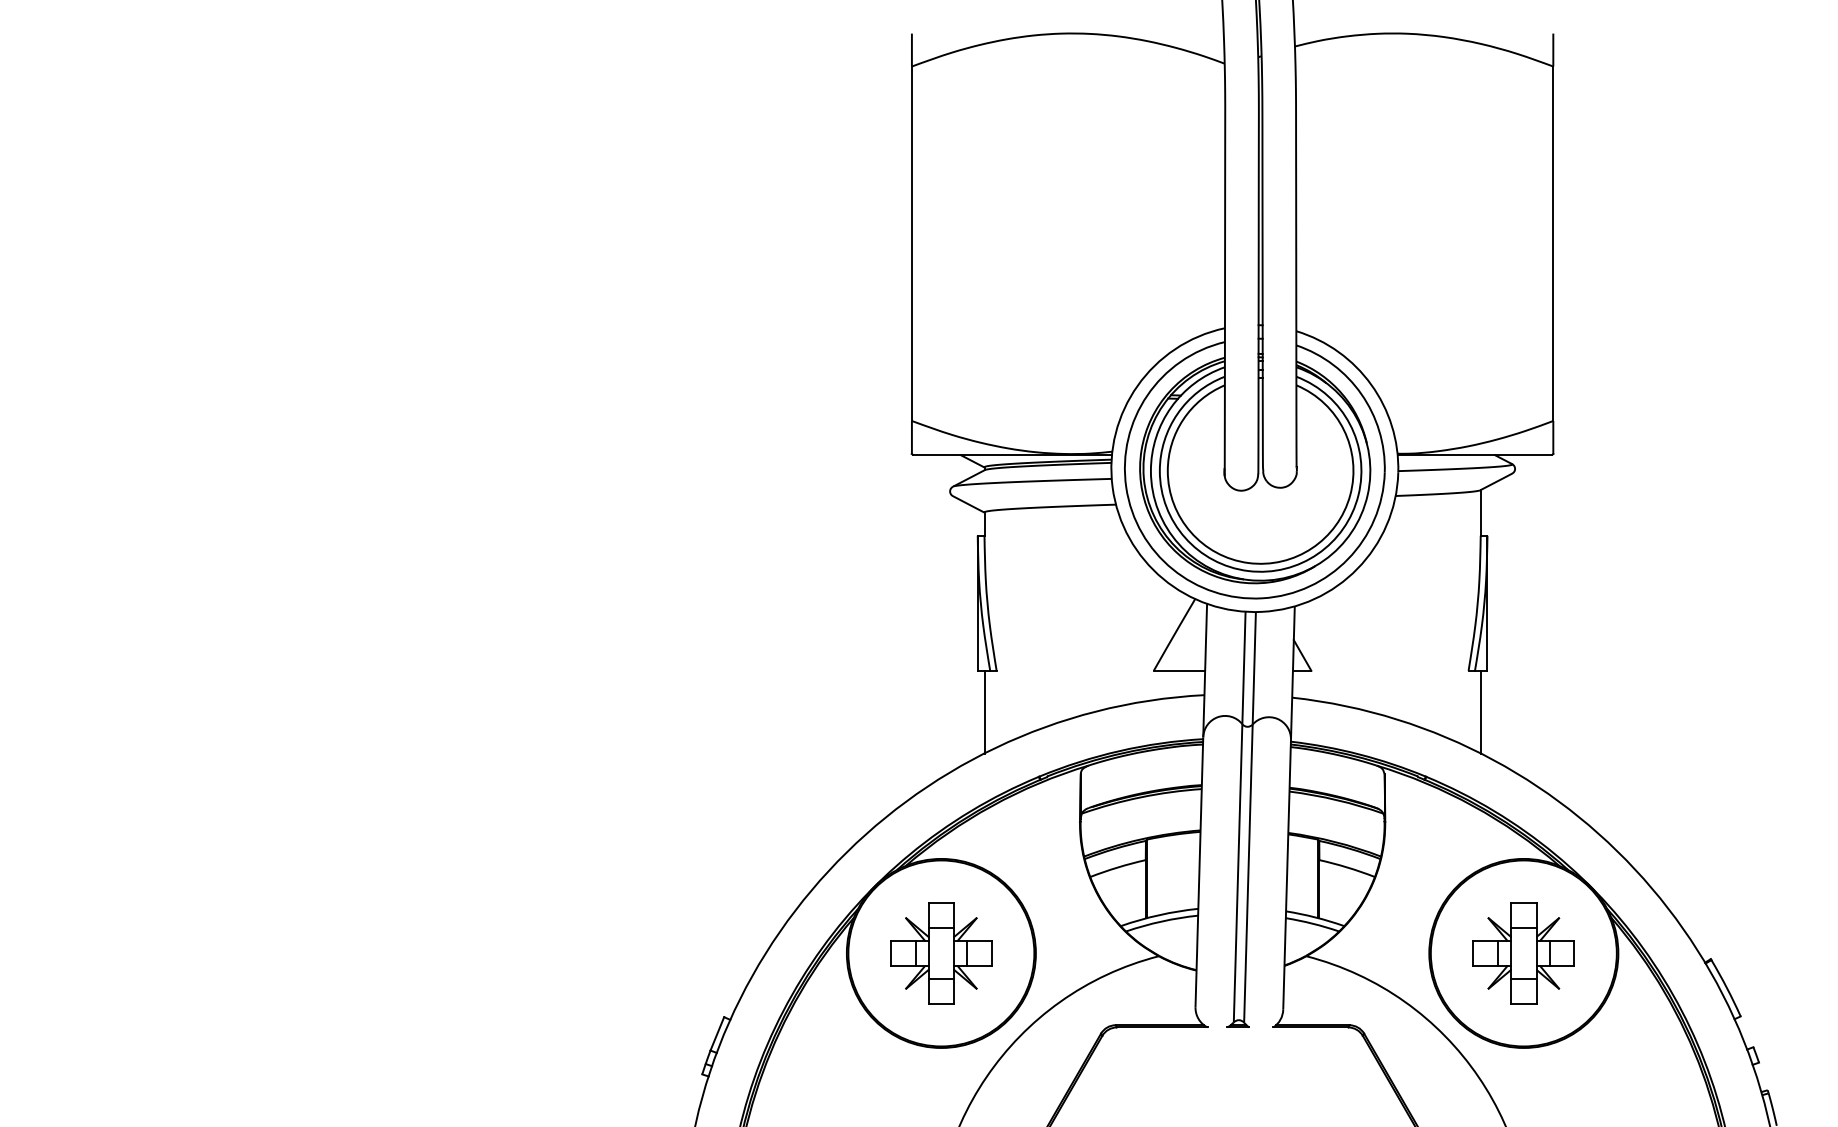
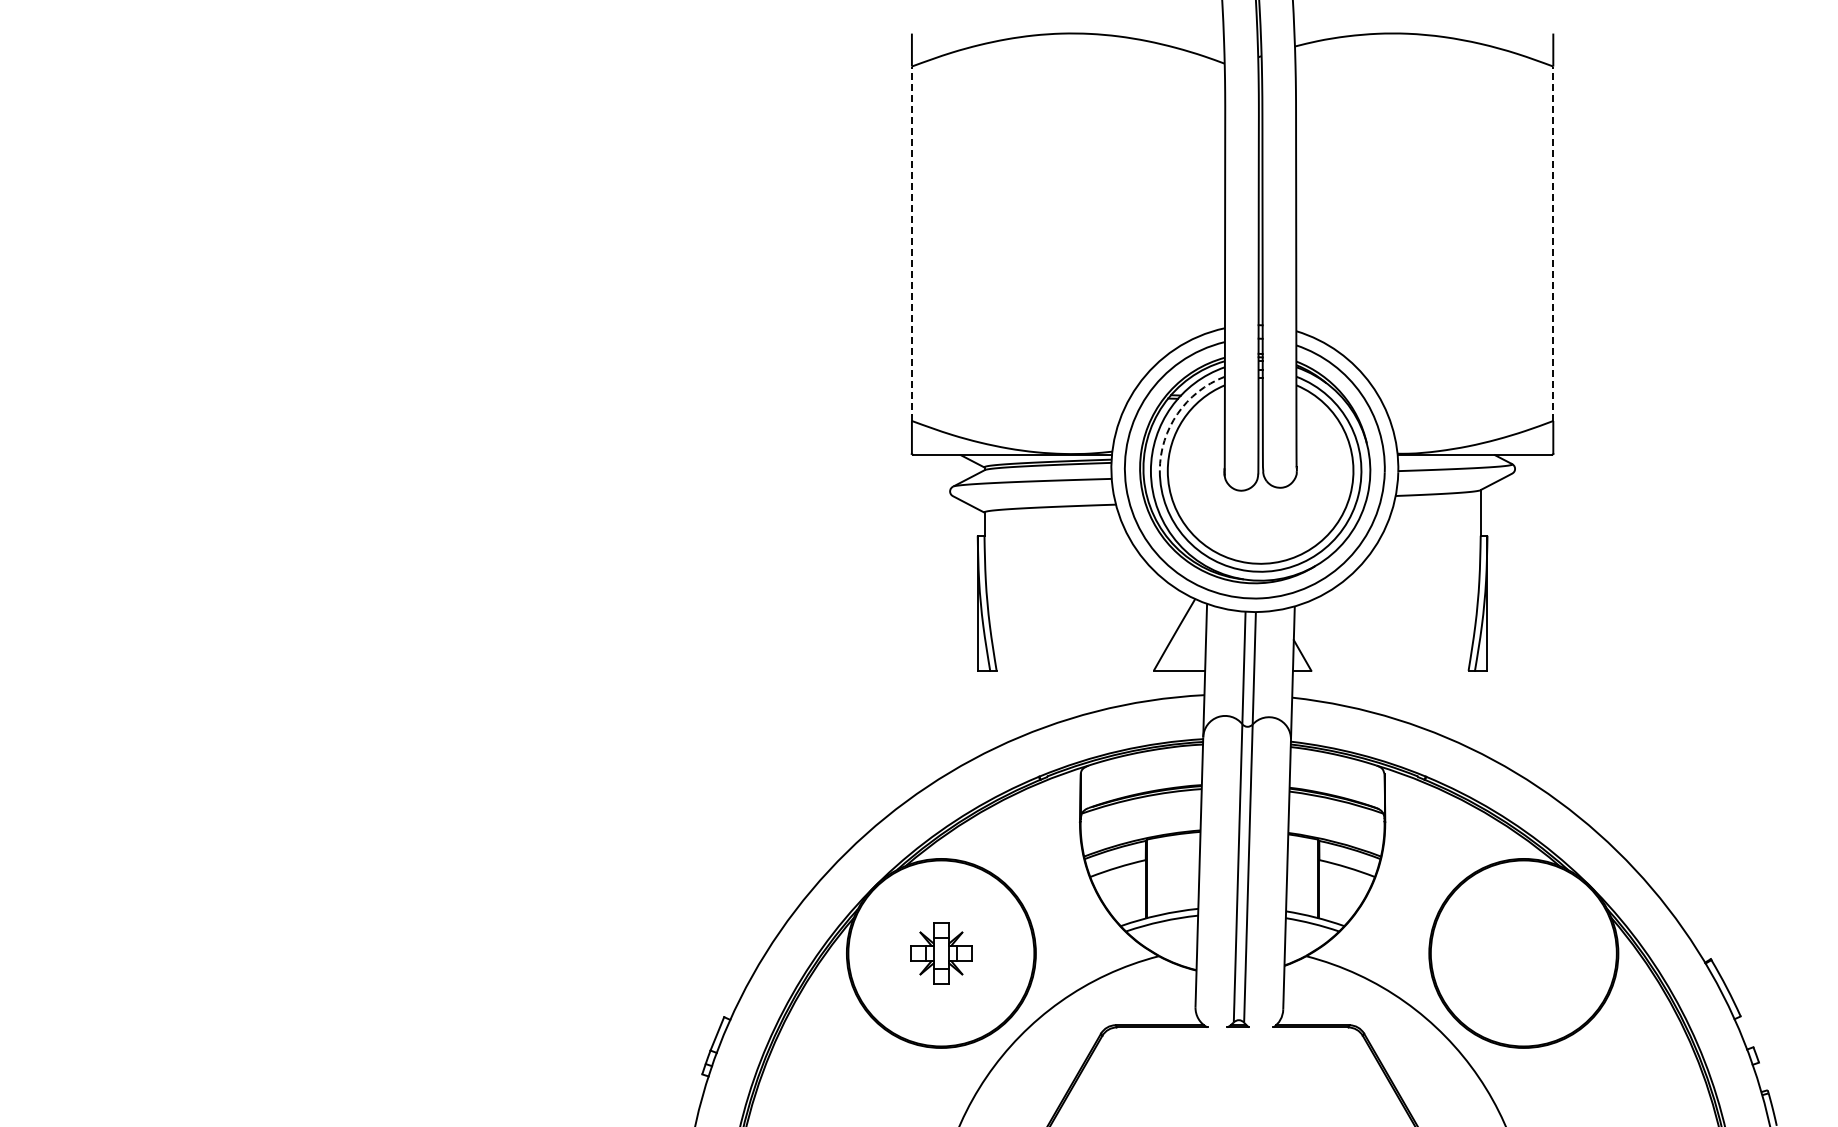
line at (911, 243): solid -> dashed
line at (1553, 243): solid -> dashed
arc at (1177, 413): solid -> dashed
line at (984, 711): present -> none
line at (1480, 711): present -> none
part at (941, 953) size: 103x103 px -> 63x63 px
part at (1523, 953): present -> none
